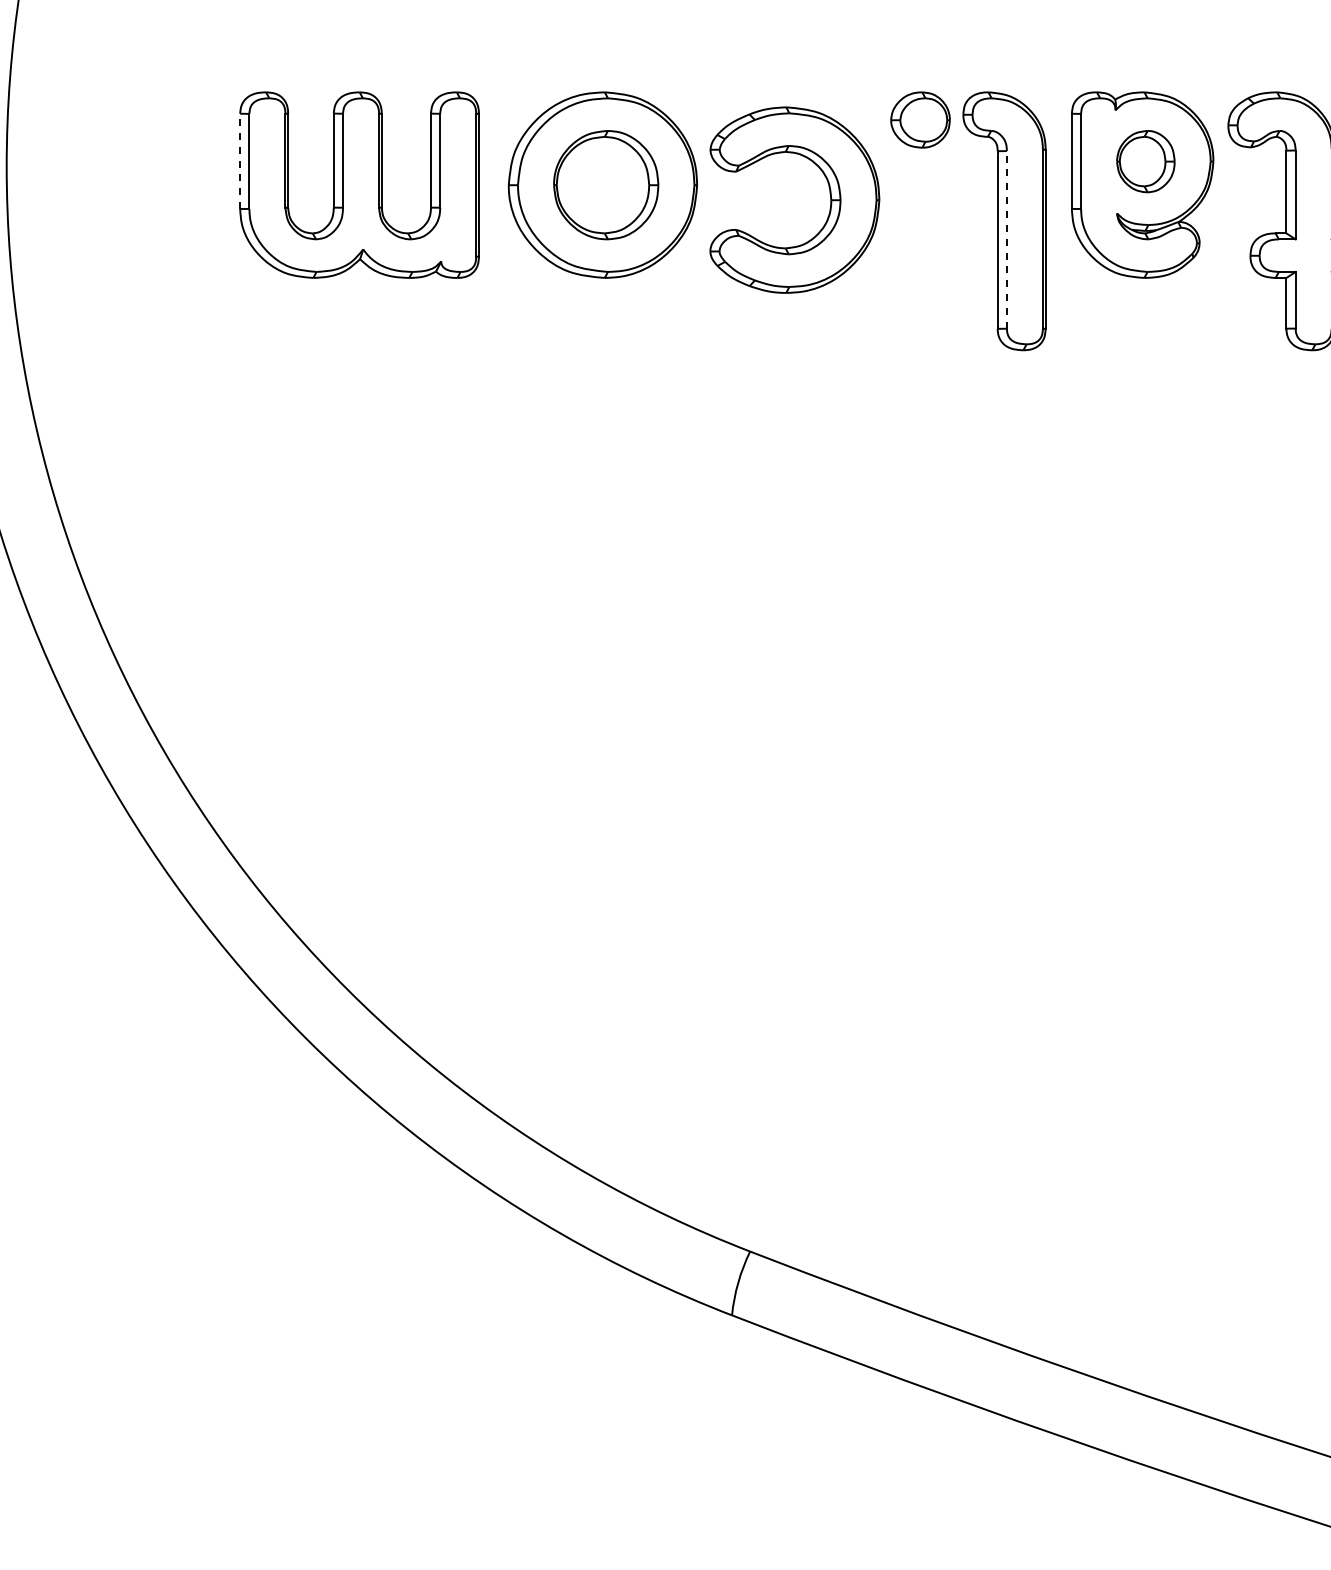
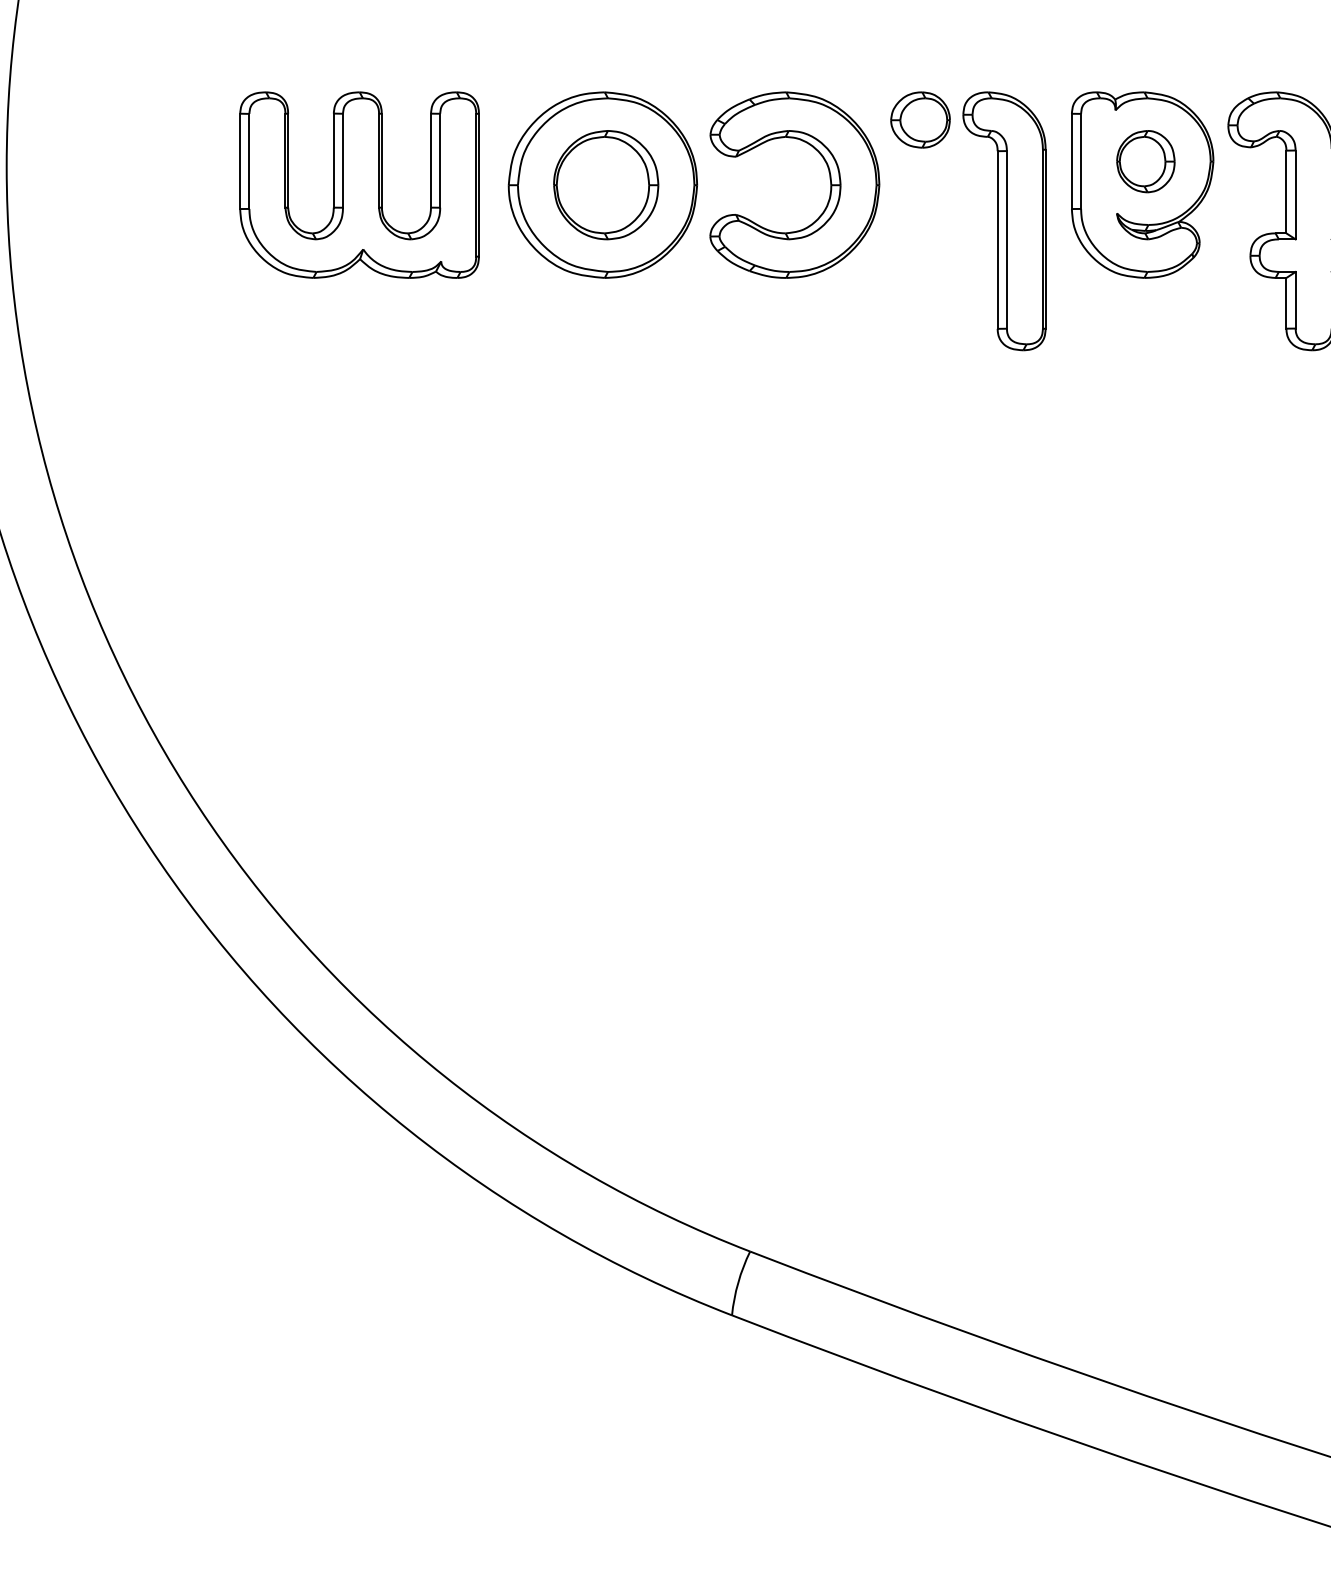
line at (240, 161): dashed -> solid
part at (829, 194) position: (829, 194) -> (829, 179)
line at (1006, 239): dashed -> solid
